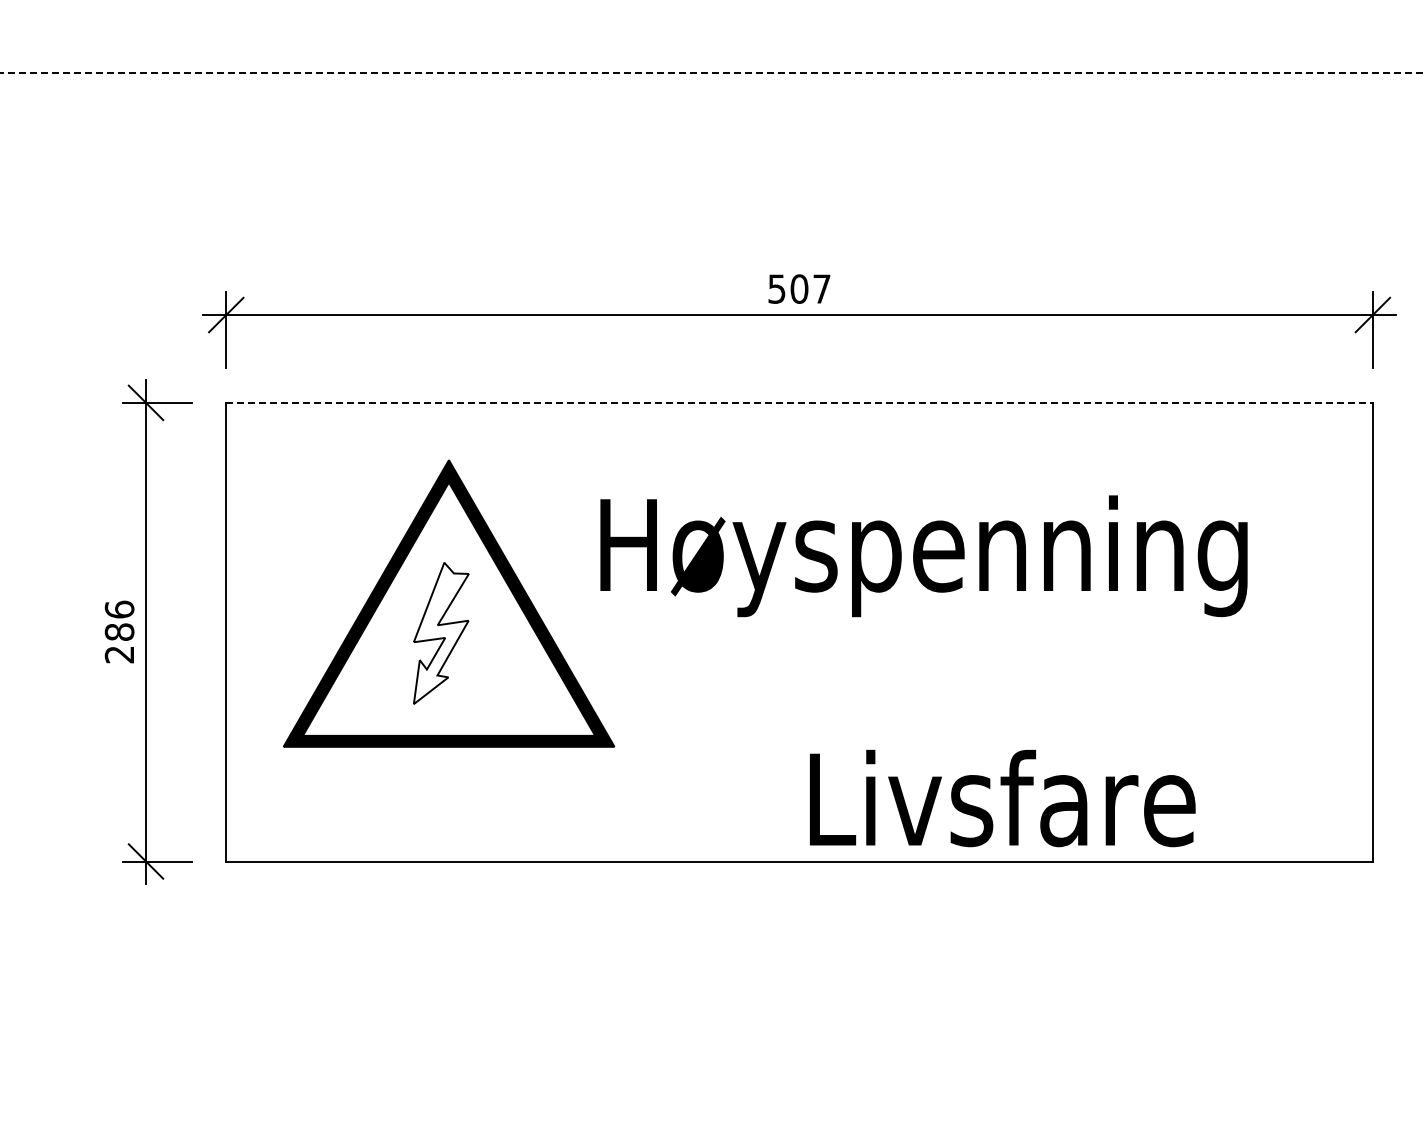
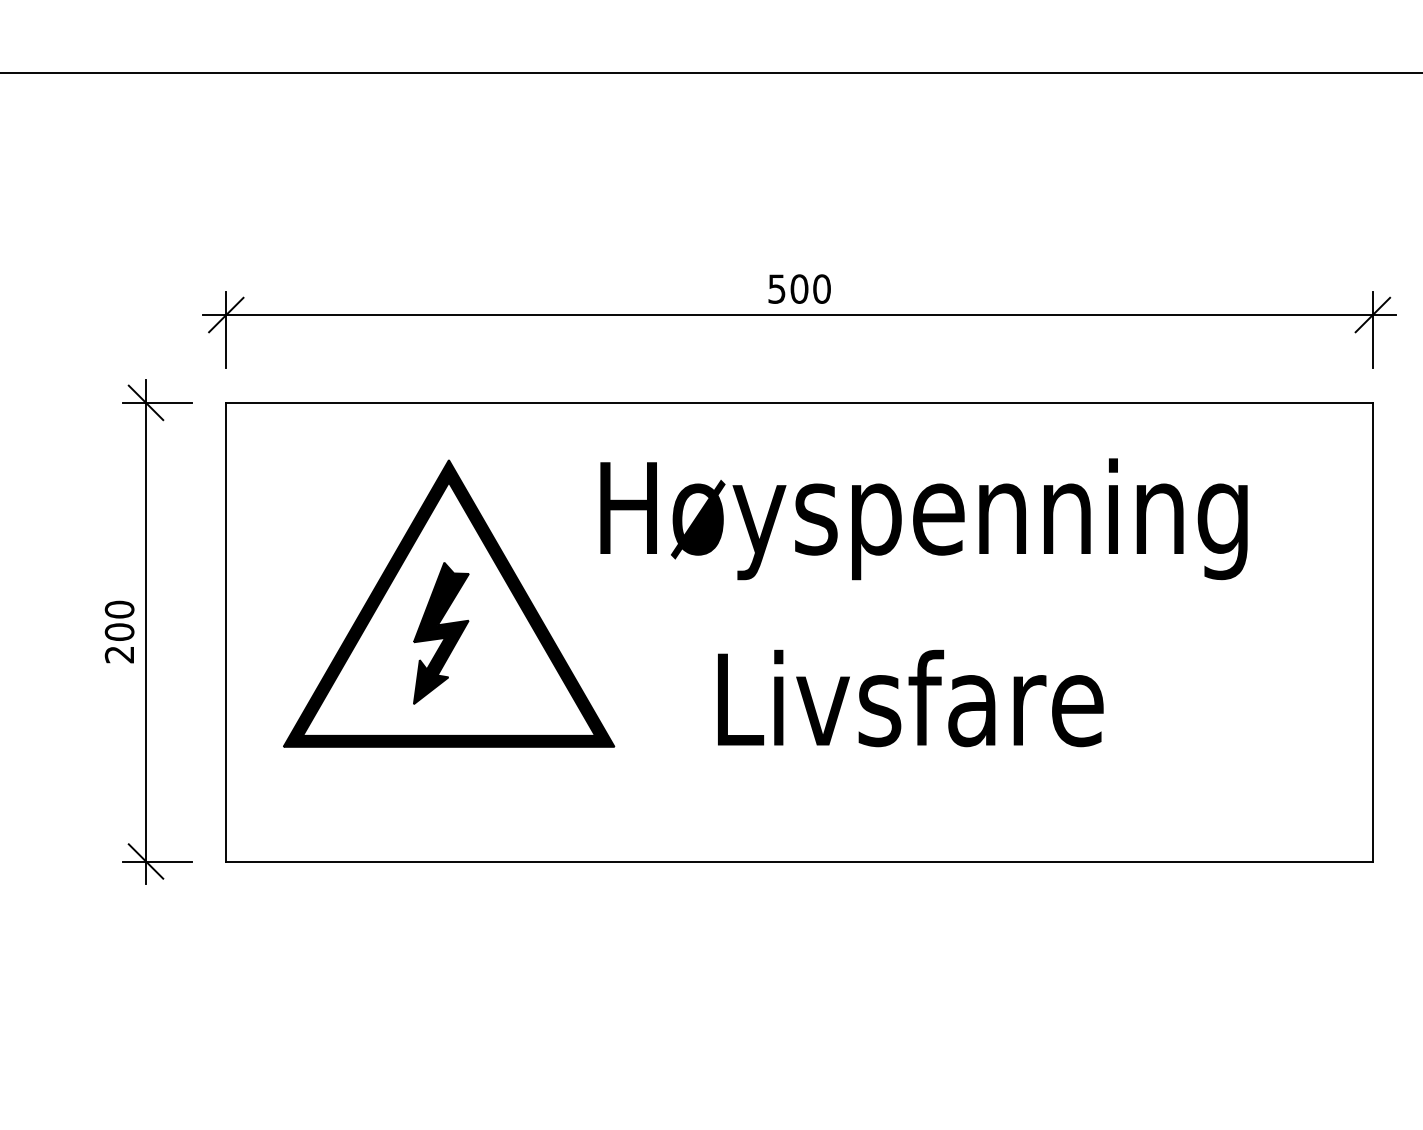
line at (711, 73): dashed -> solid
text at (821, 288): 507 -> 500
line at (800, 402): dashed -> solid
text at (923, 556) position: (923, 556) -> (923, 519)
text at (119, 620): 286 -> 200
fill at (440, 633): none -> present
text at (1002, 798) position: (1002, 798) -> (910, 698)
